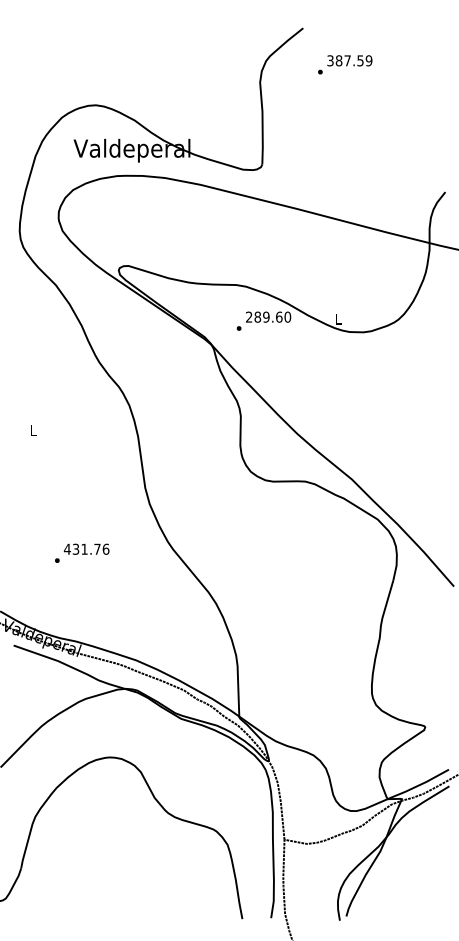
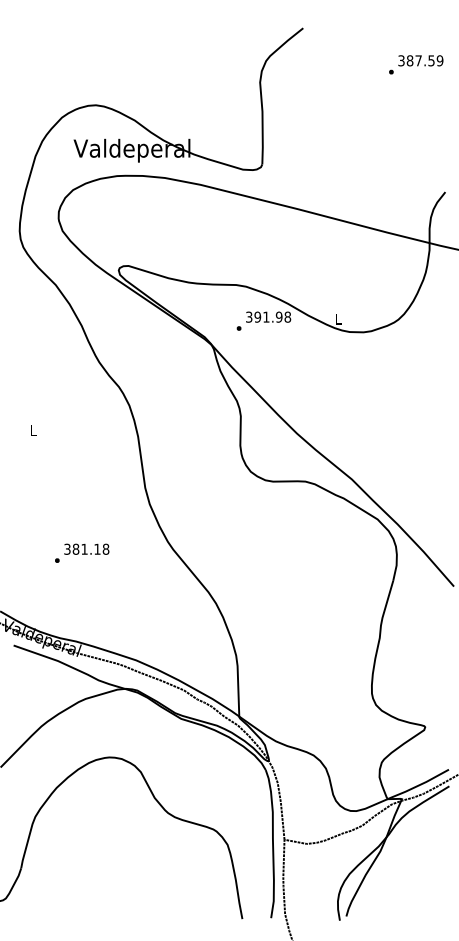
text at (345, 64) position: (345, 64) -> (416, 64)
text at (268, 316): 289.60 -> 391.98
text at (86, 548): 431.76 -> 381.18
